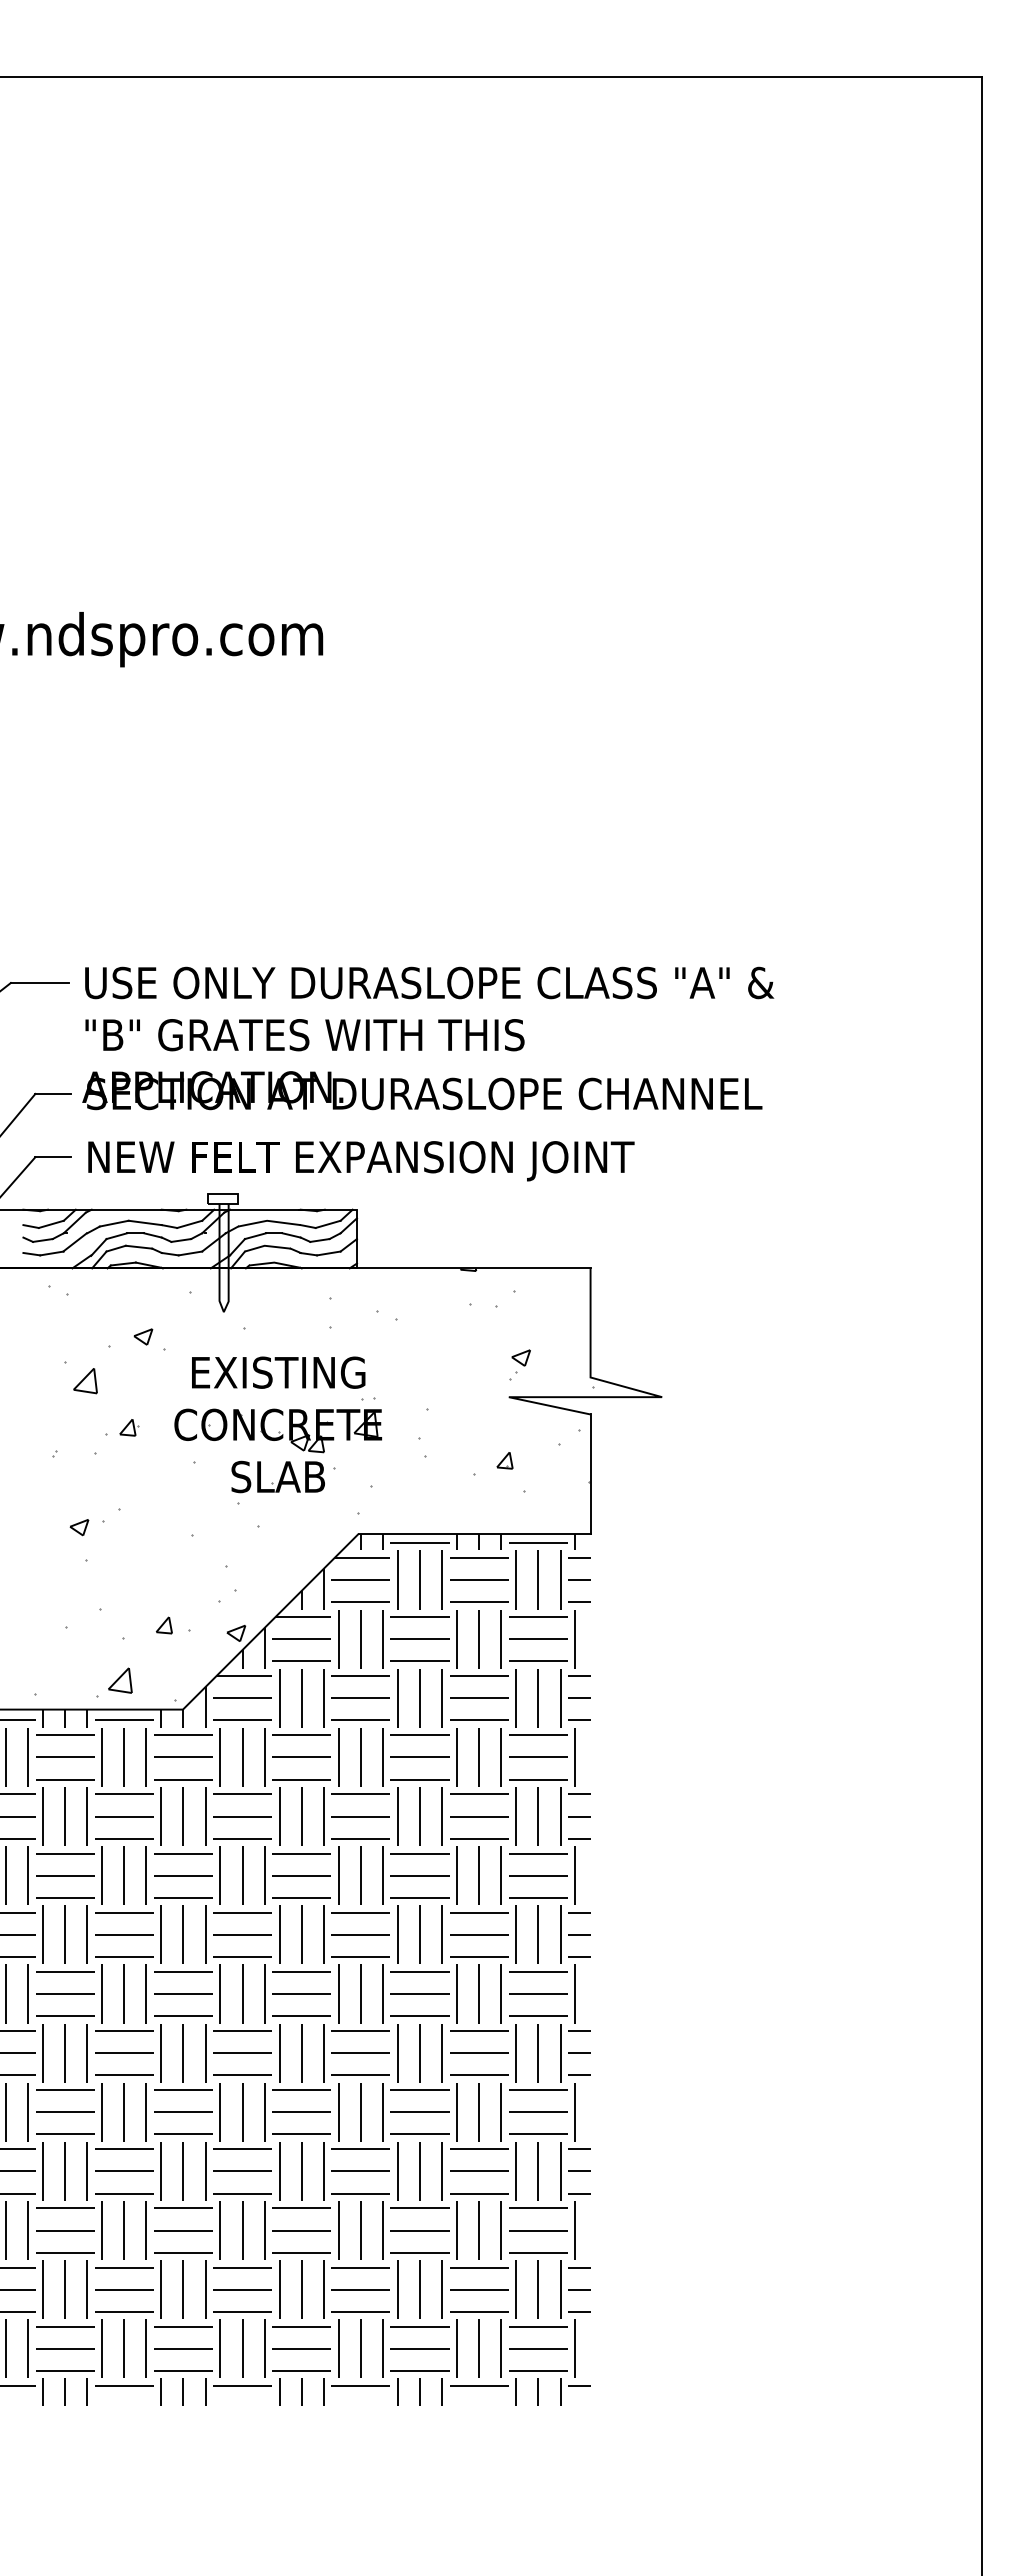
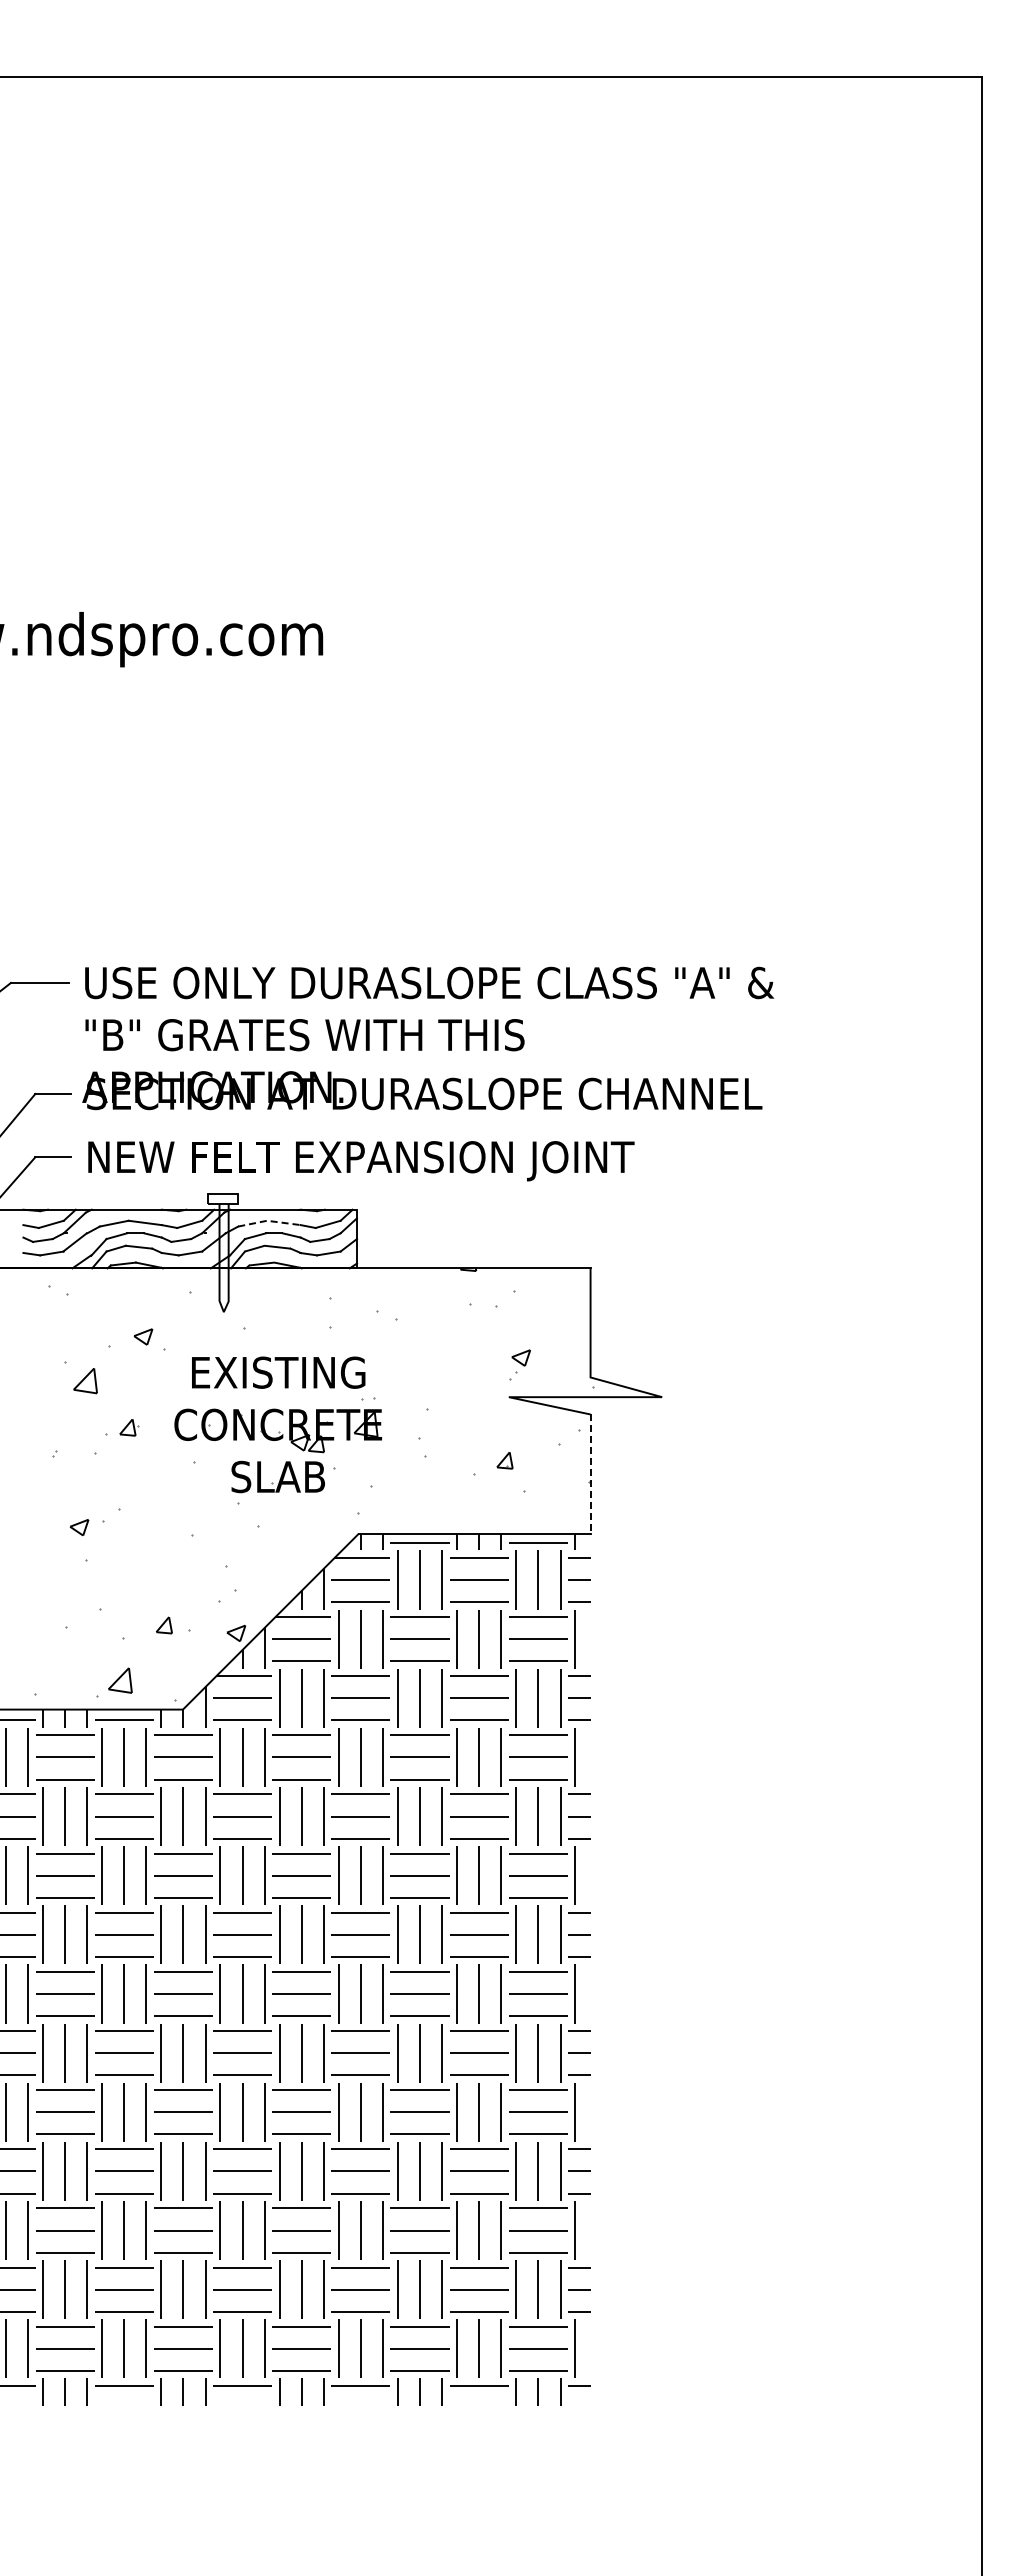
line at (269, 1221): solid -> dashed
line at (590, 1474): solid -> dashed
